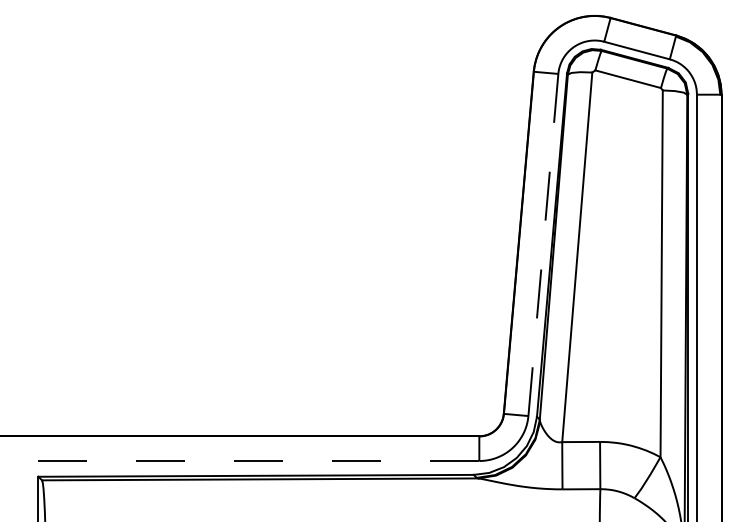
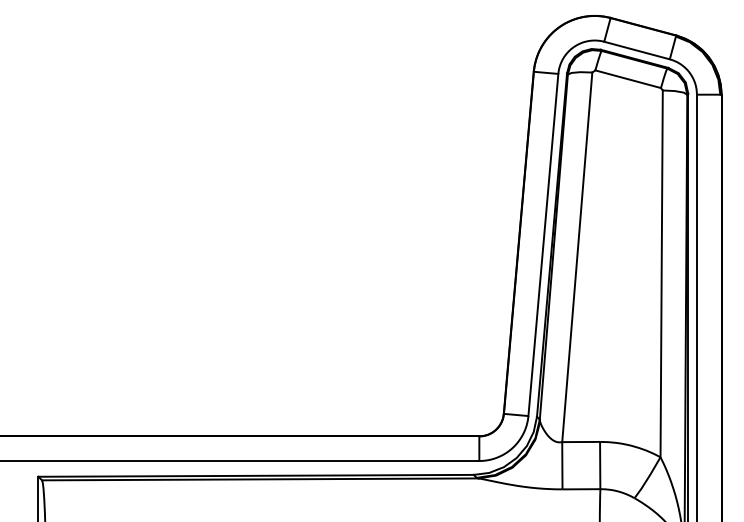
line at (543, 244): dashed -> solid
line at (239, 461): dashed -> solid
